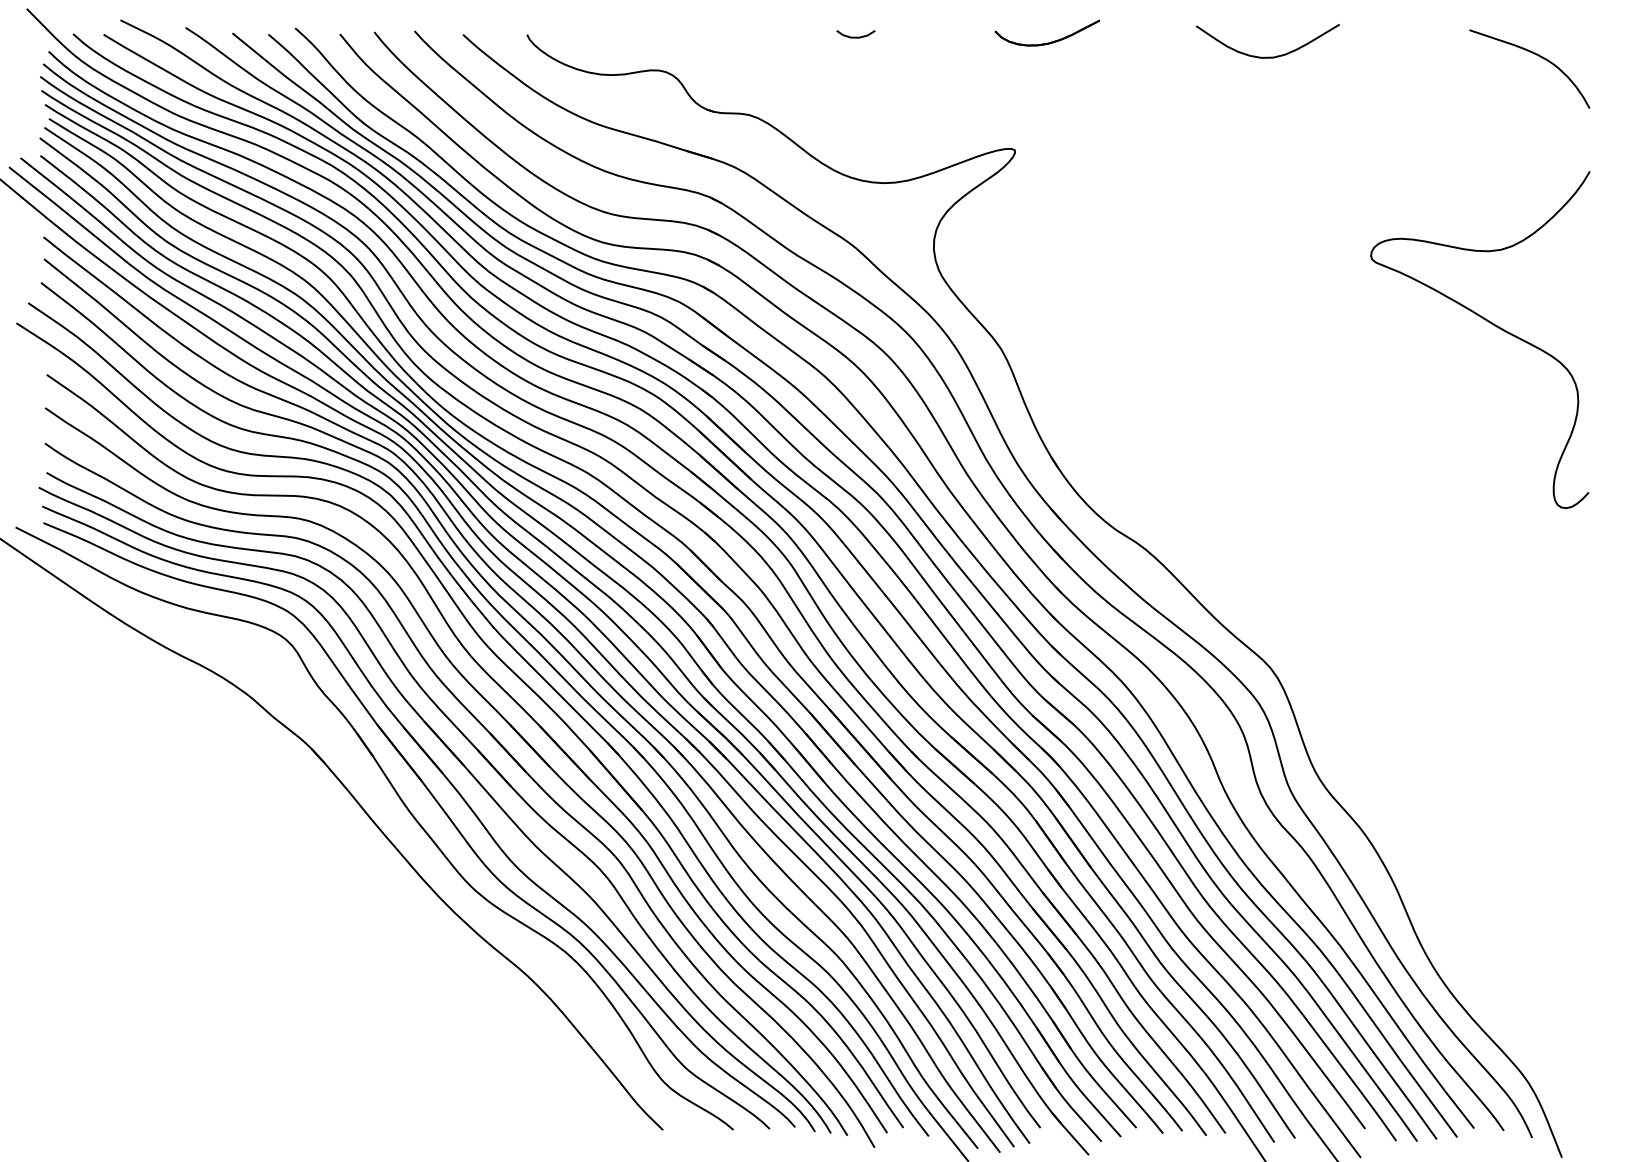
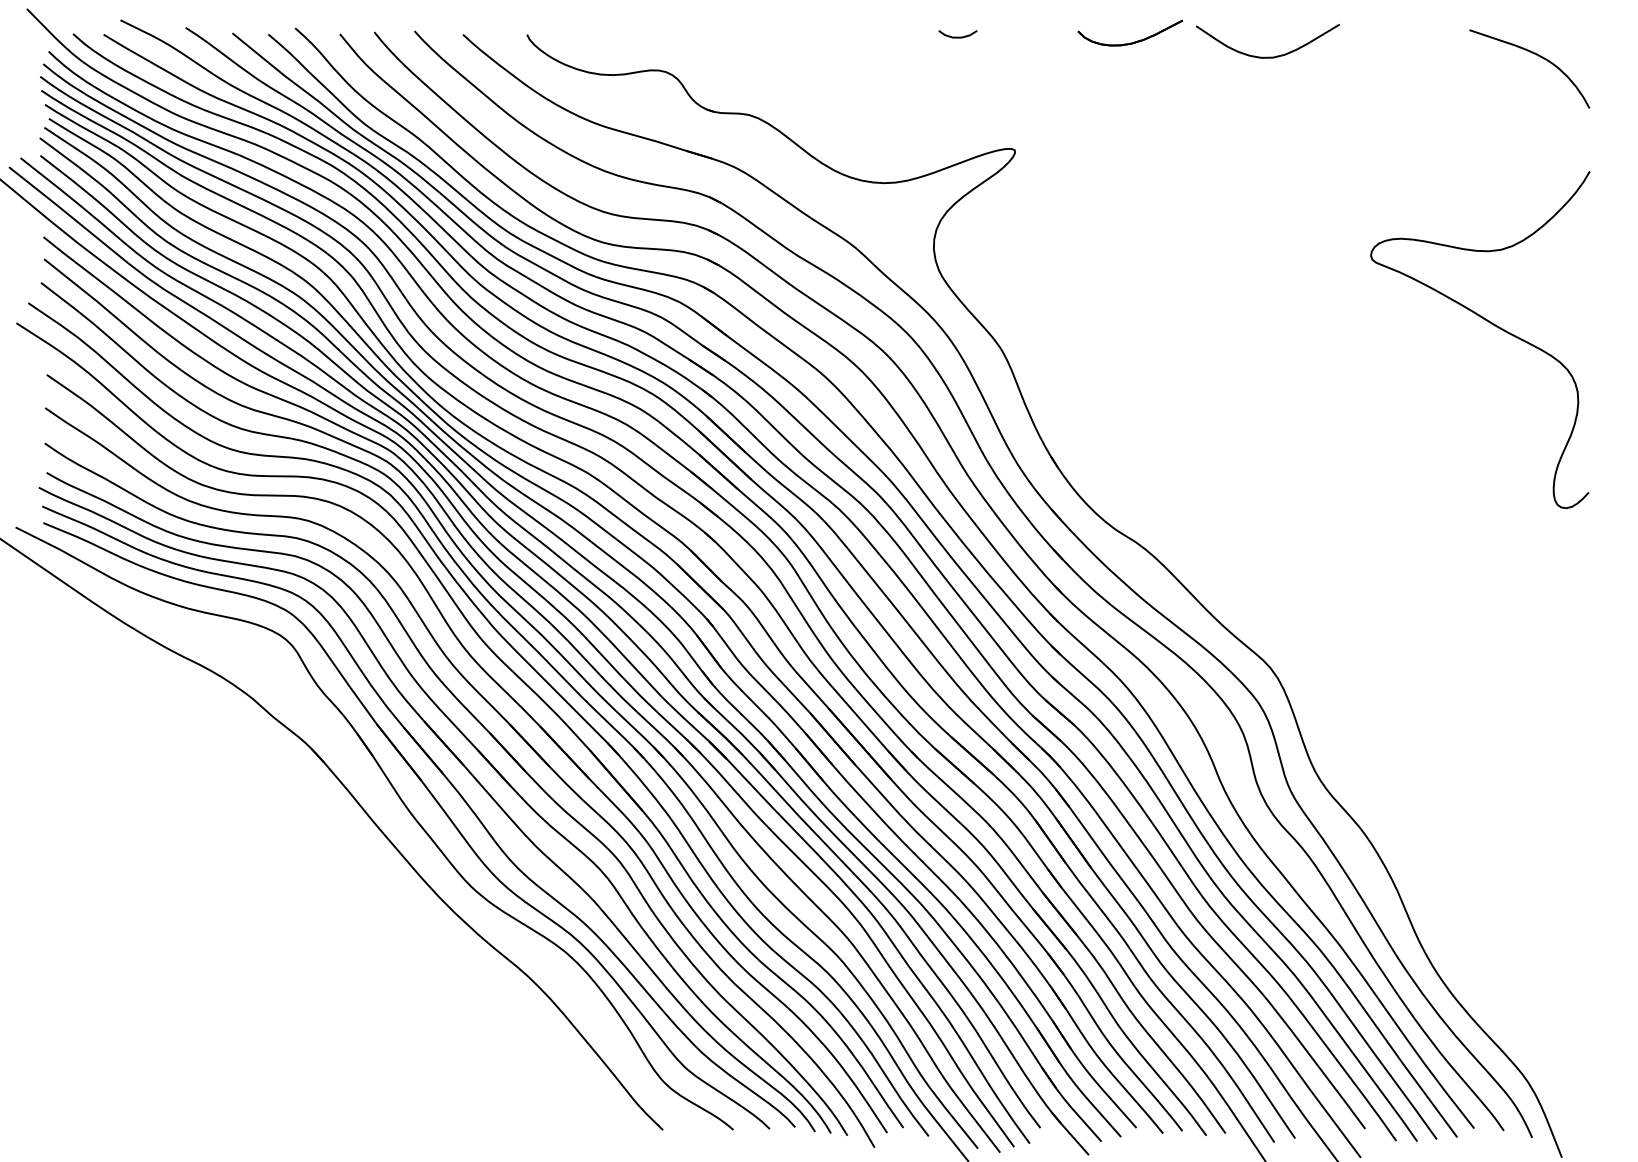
curve at (855, 36) position: (855, 36) -> (957, 36)
part at (1051, 41) position: (1051, 41) -> (1134, 41)
